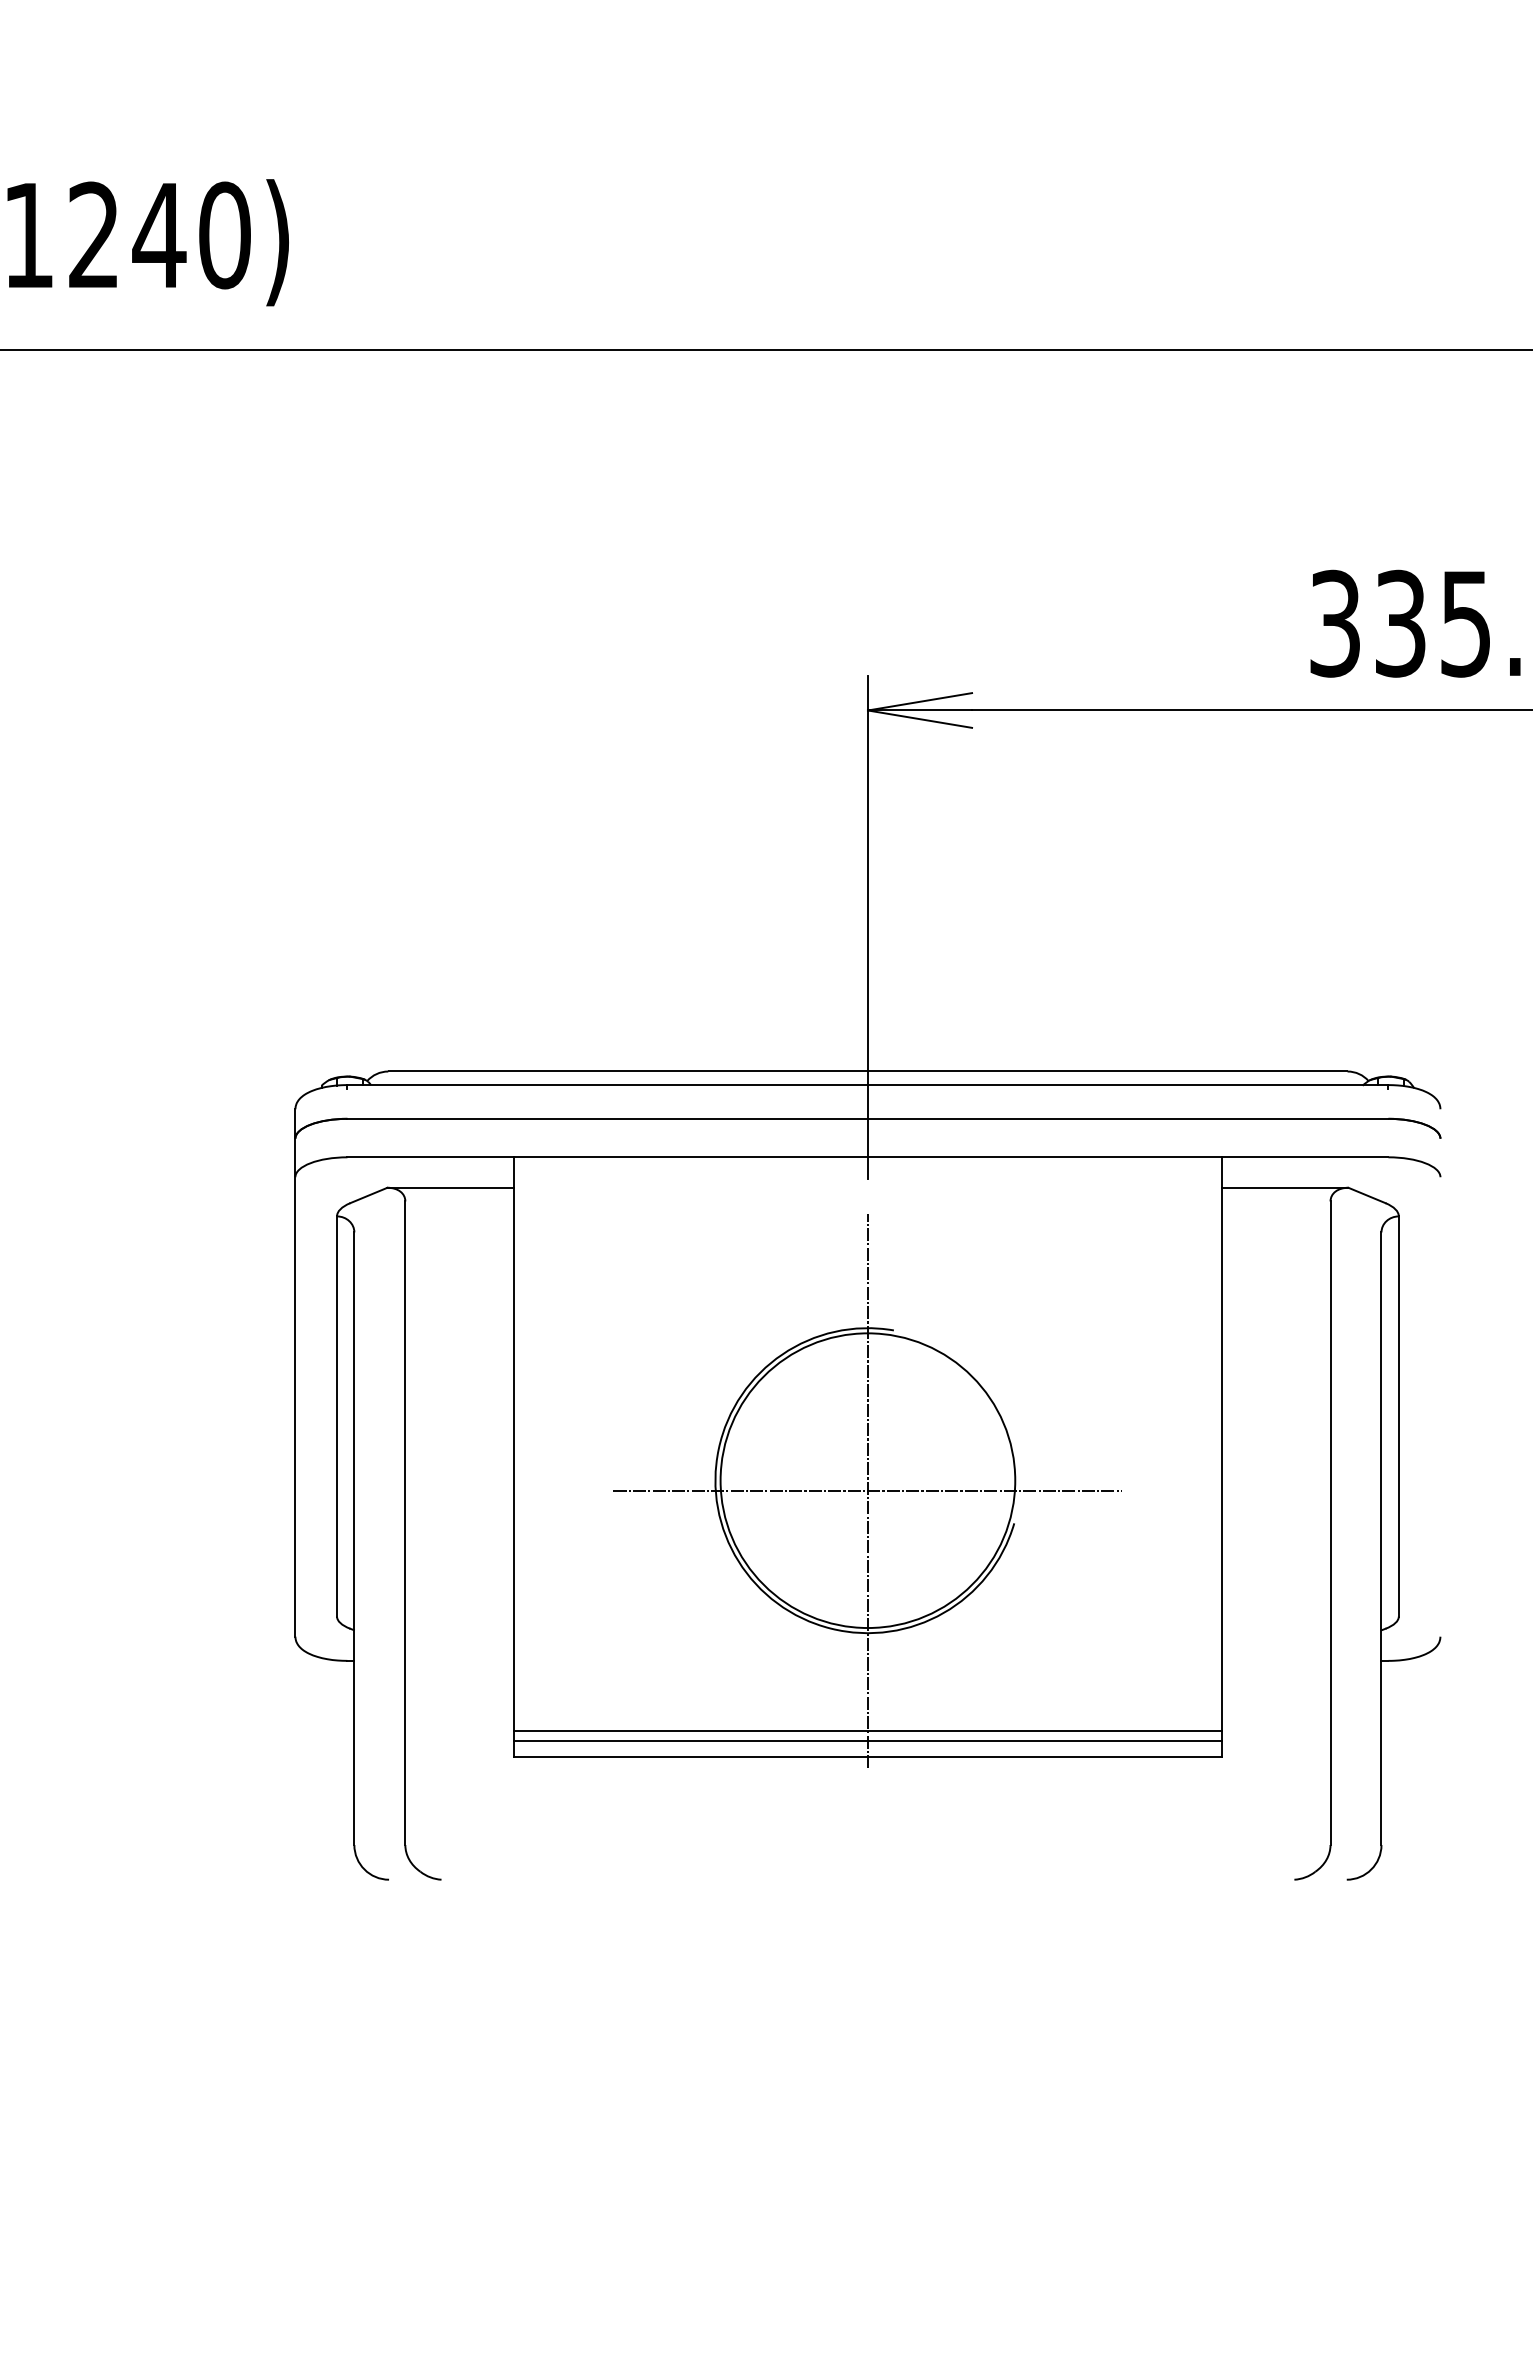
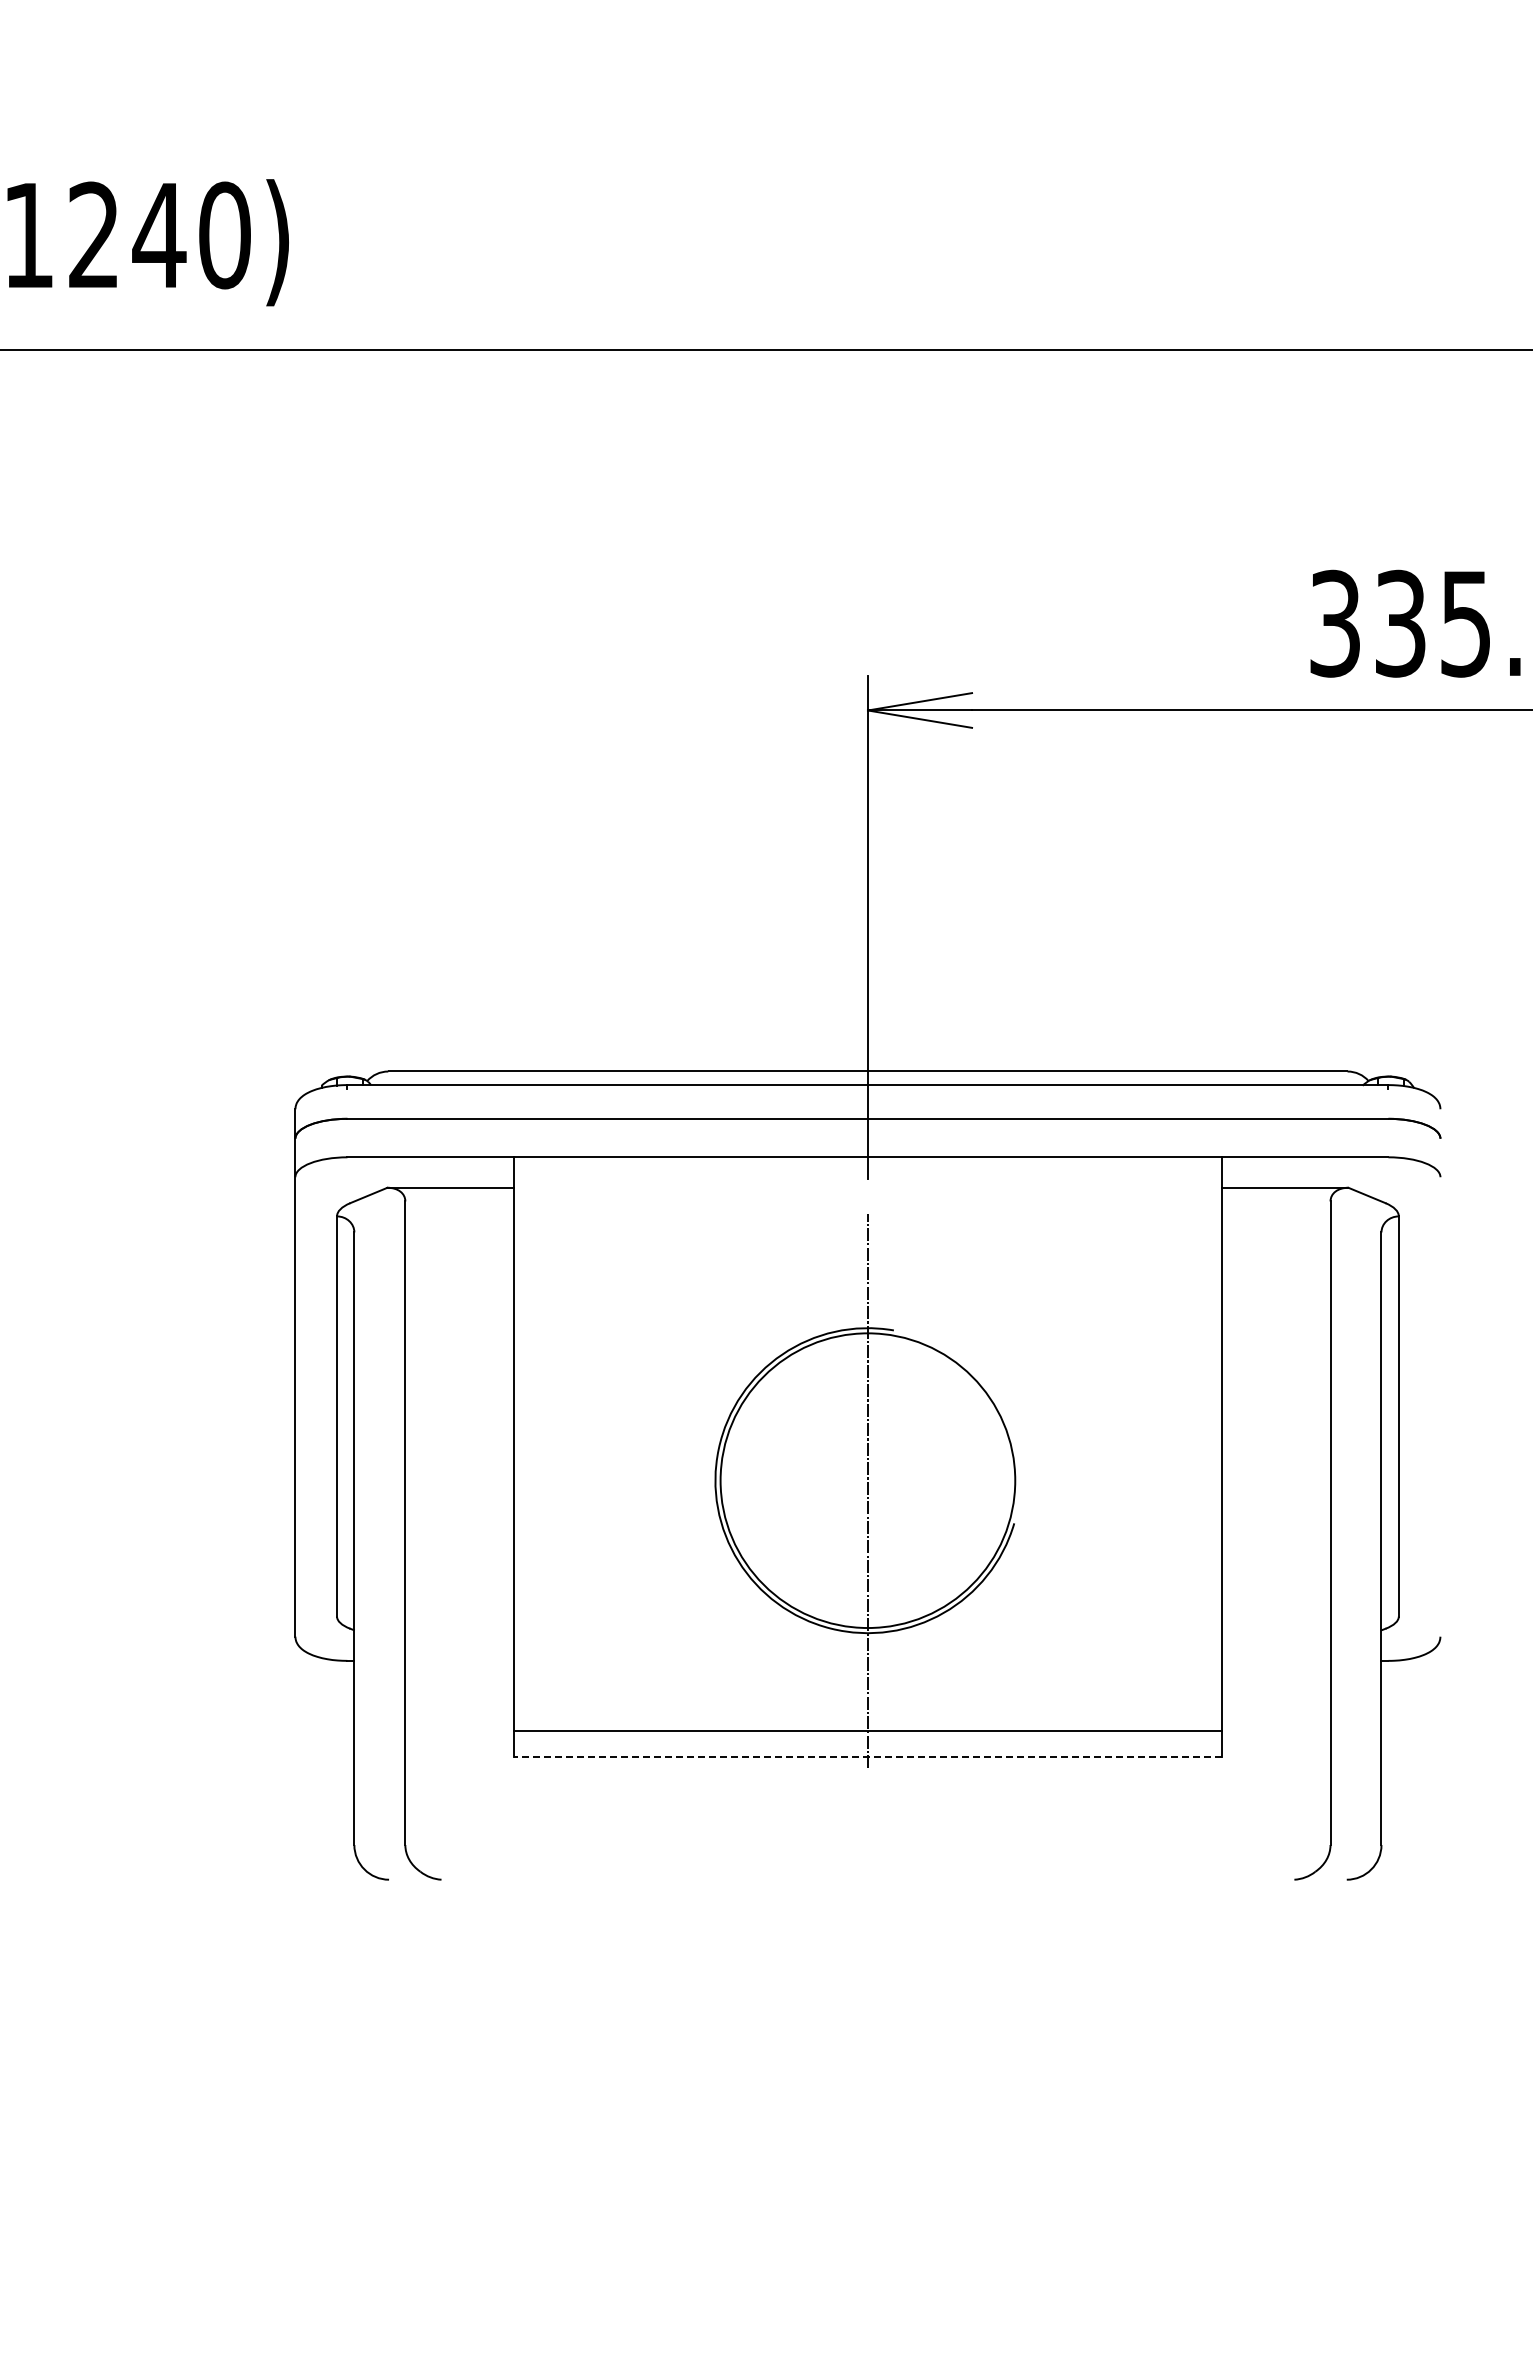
line at (867, 1491): present -> none
line at (867, 1740): present -> none
line at (867, 1756): solid -> dashed
